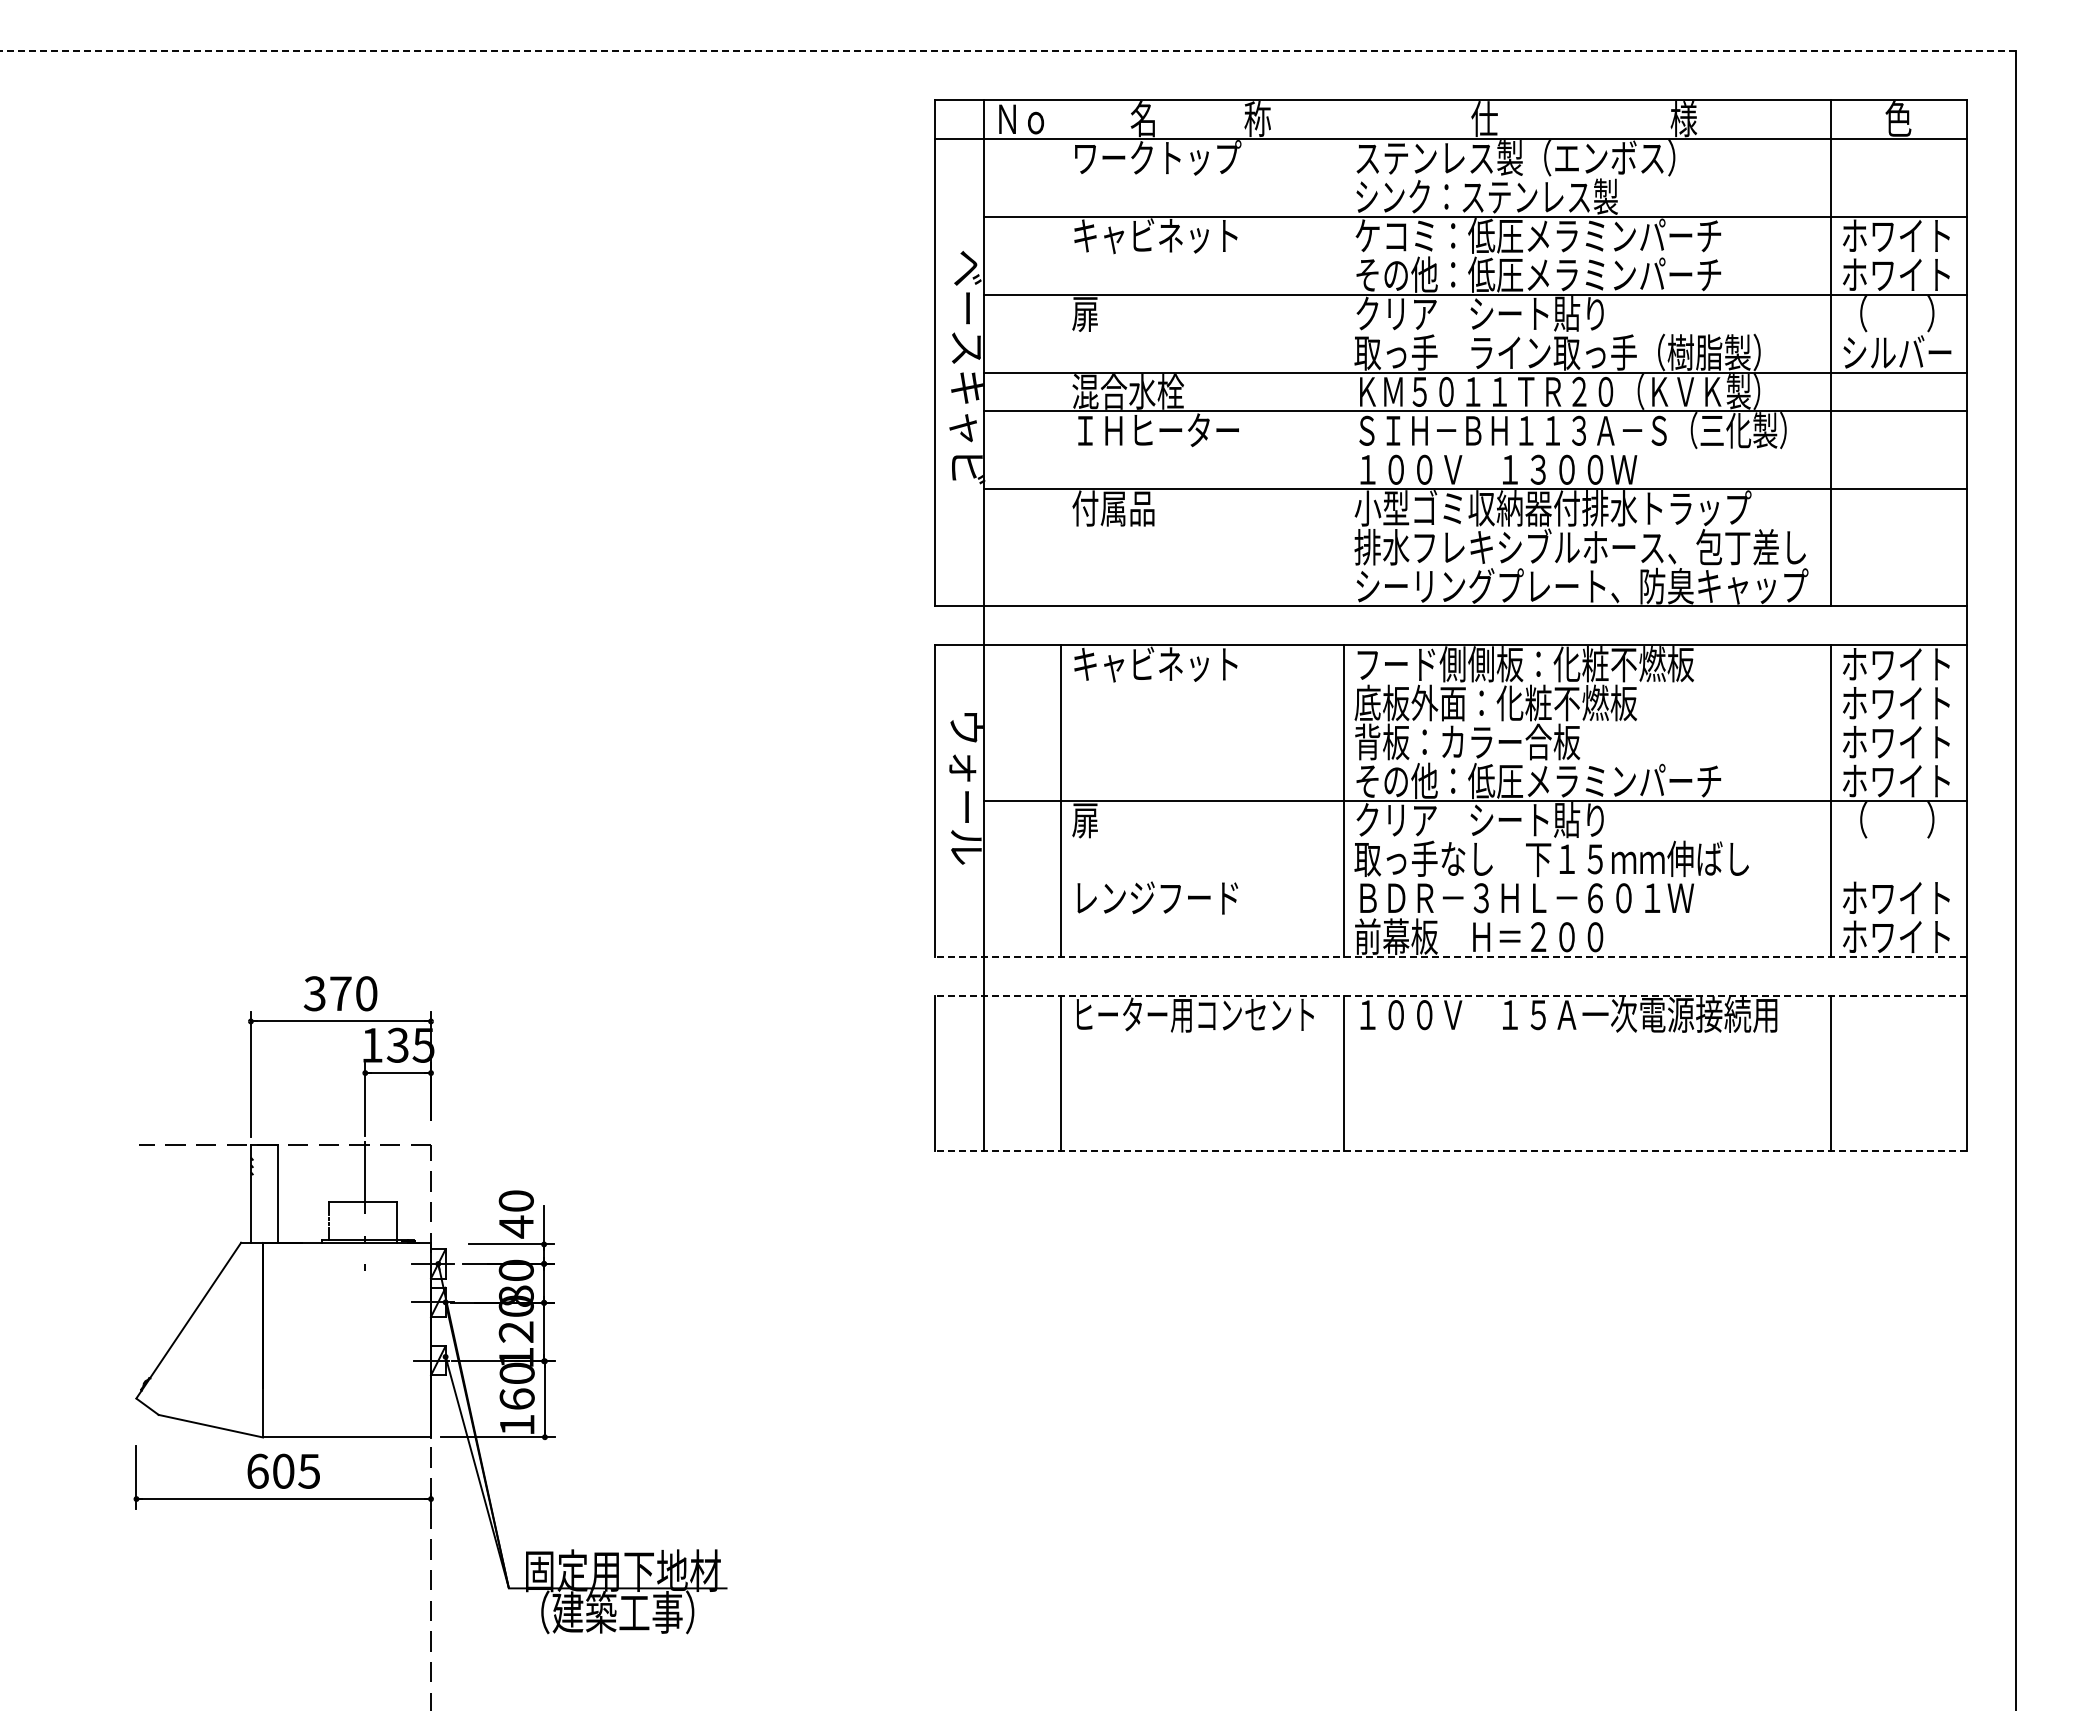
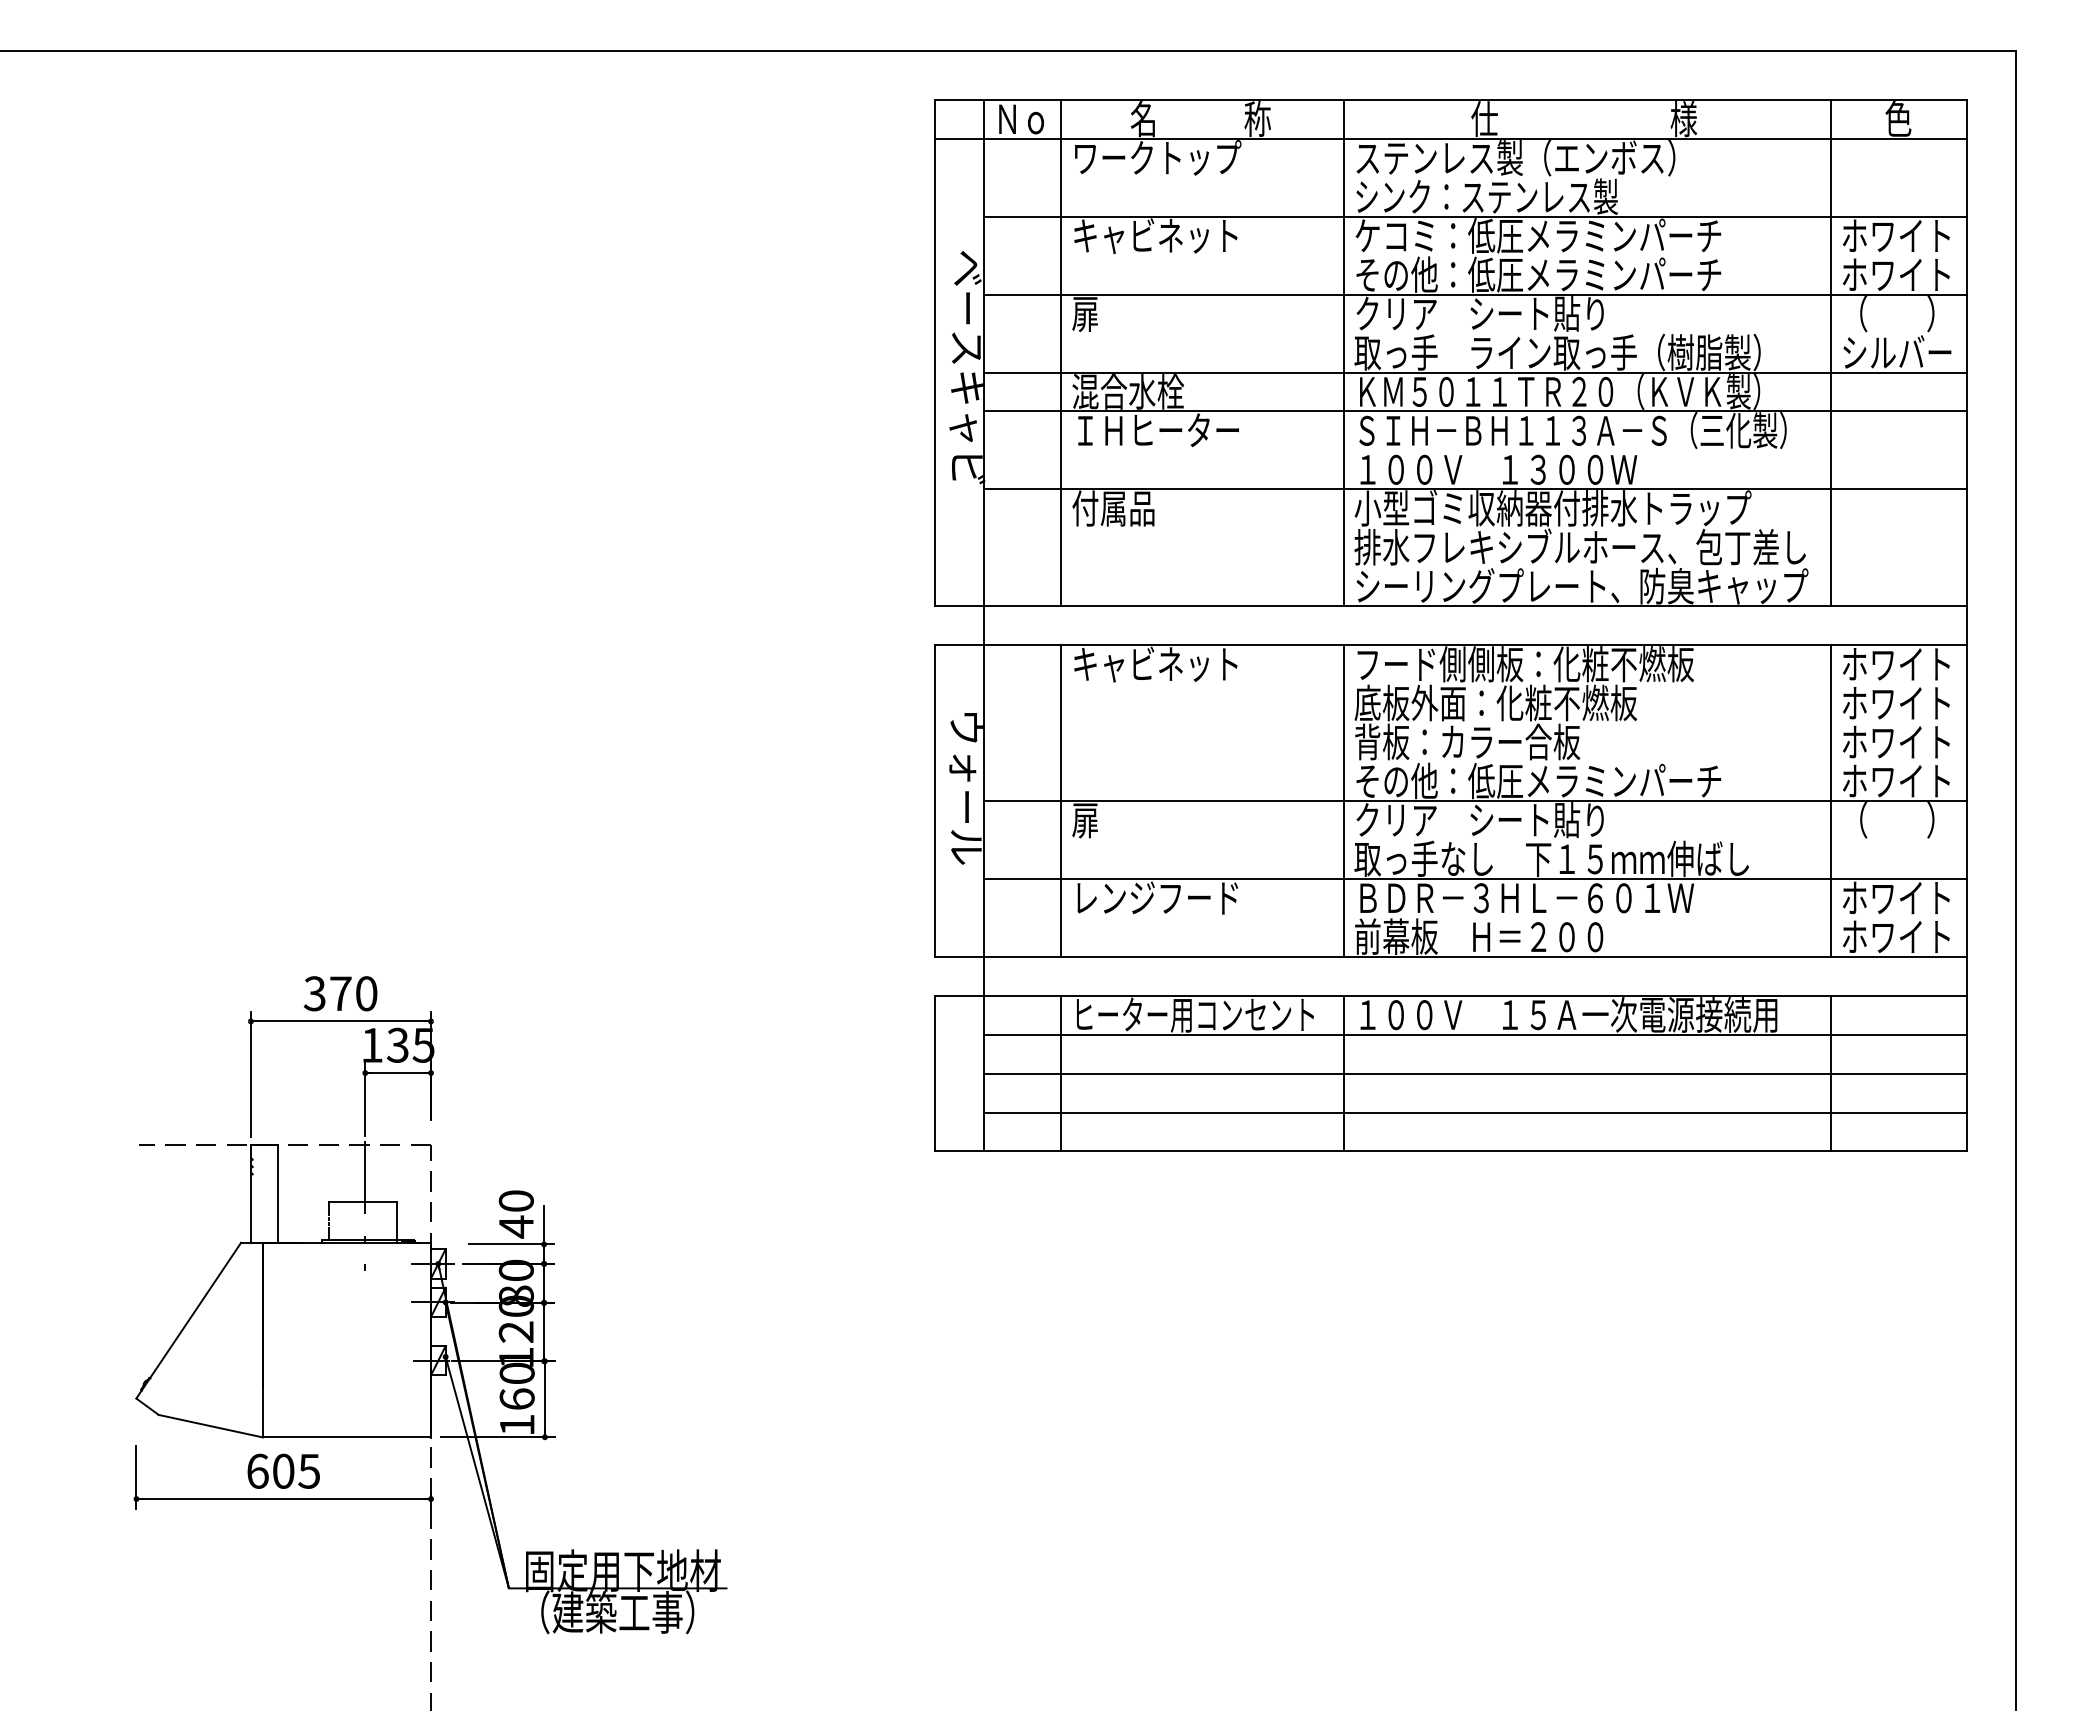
line at (1008, 51): dashed -> solid
line at (1061, 352): none -> present
line at (1343, 352): none -> present
line at (1474, 878): none -> present
line at (1450, 956): dashed -> solid
line at (1450, 995): dashed -> solid
line at (1474, 1034): none -> present
line at (1474, 1073): none -> present
line at (1474, 1112): none -> present
line at (1450, 1151): dashed -> solid
